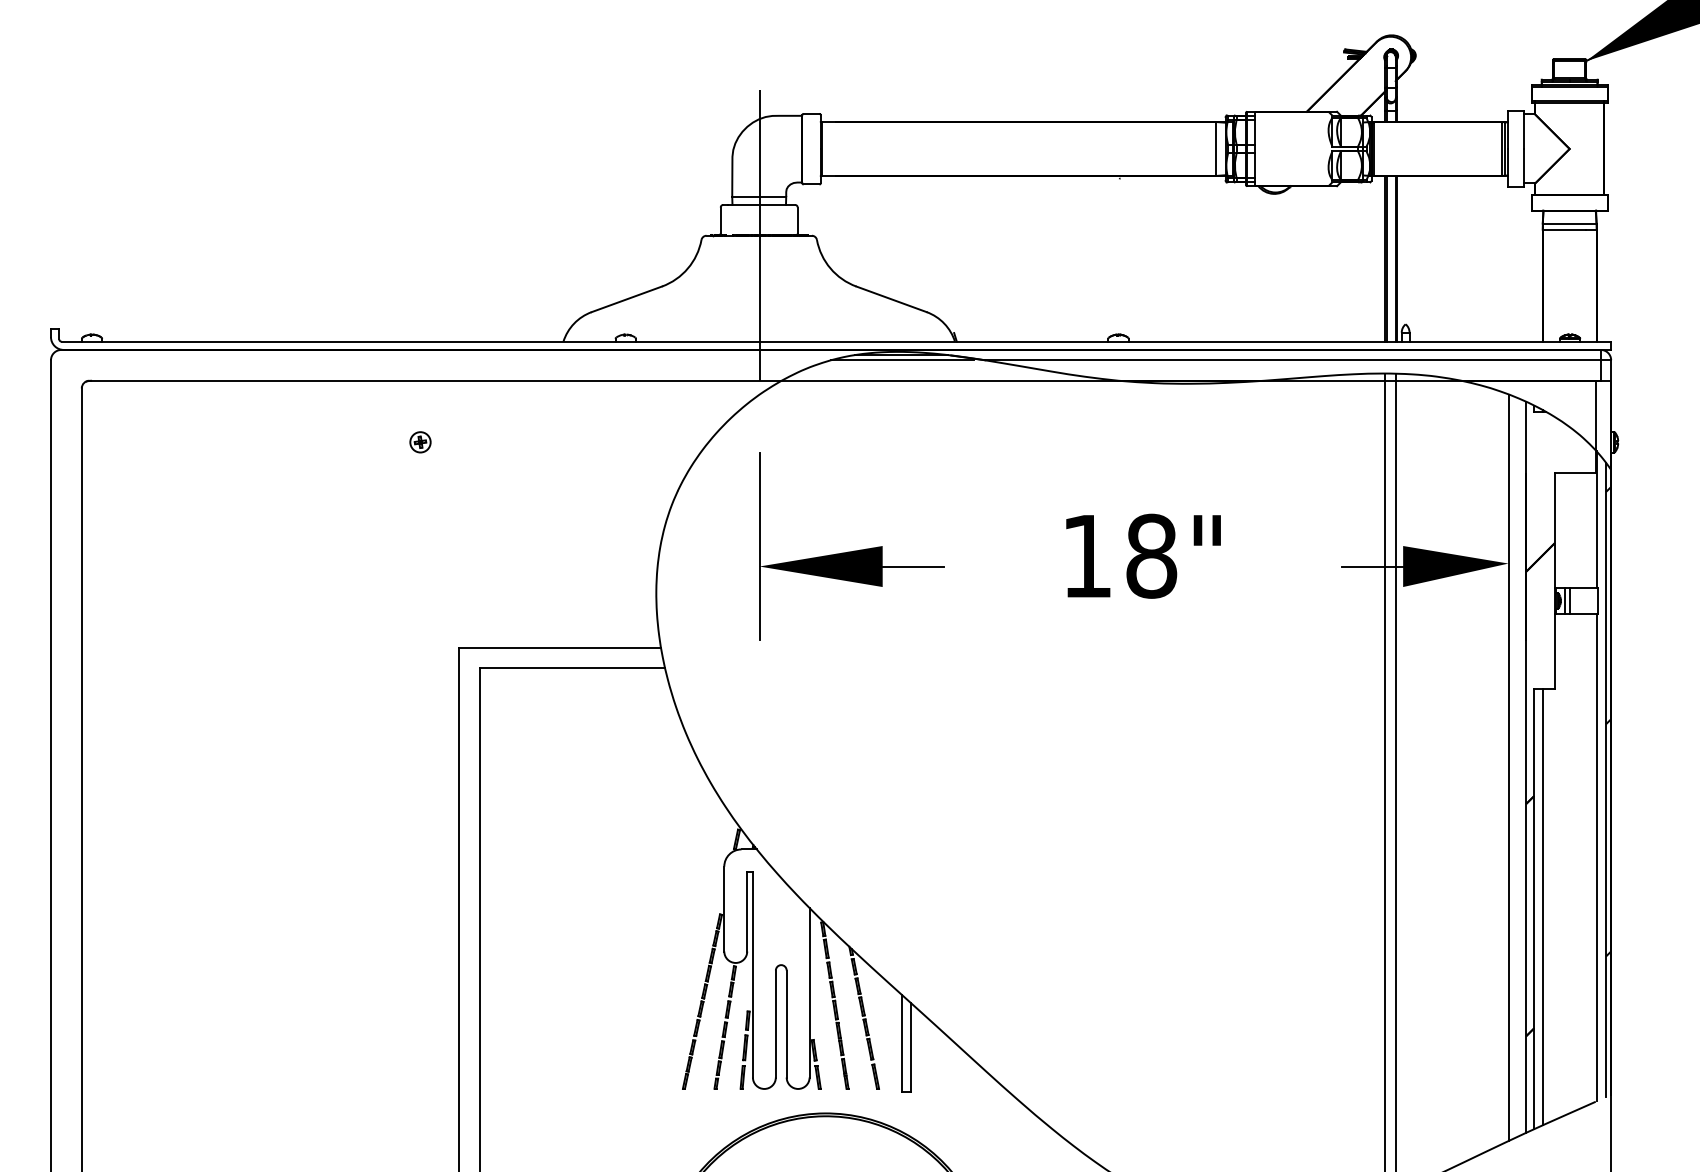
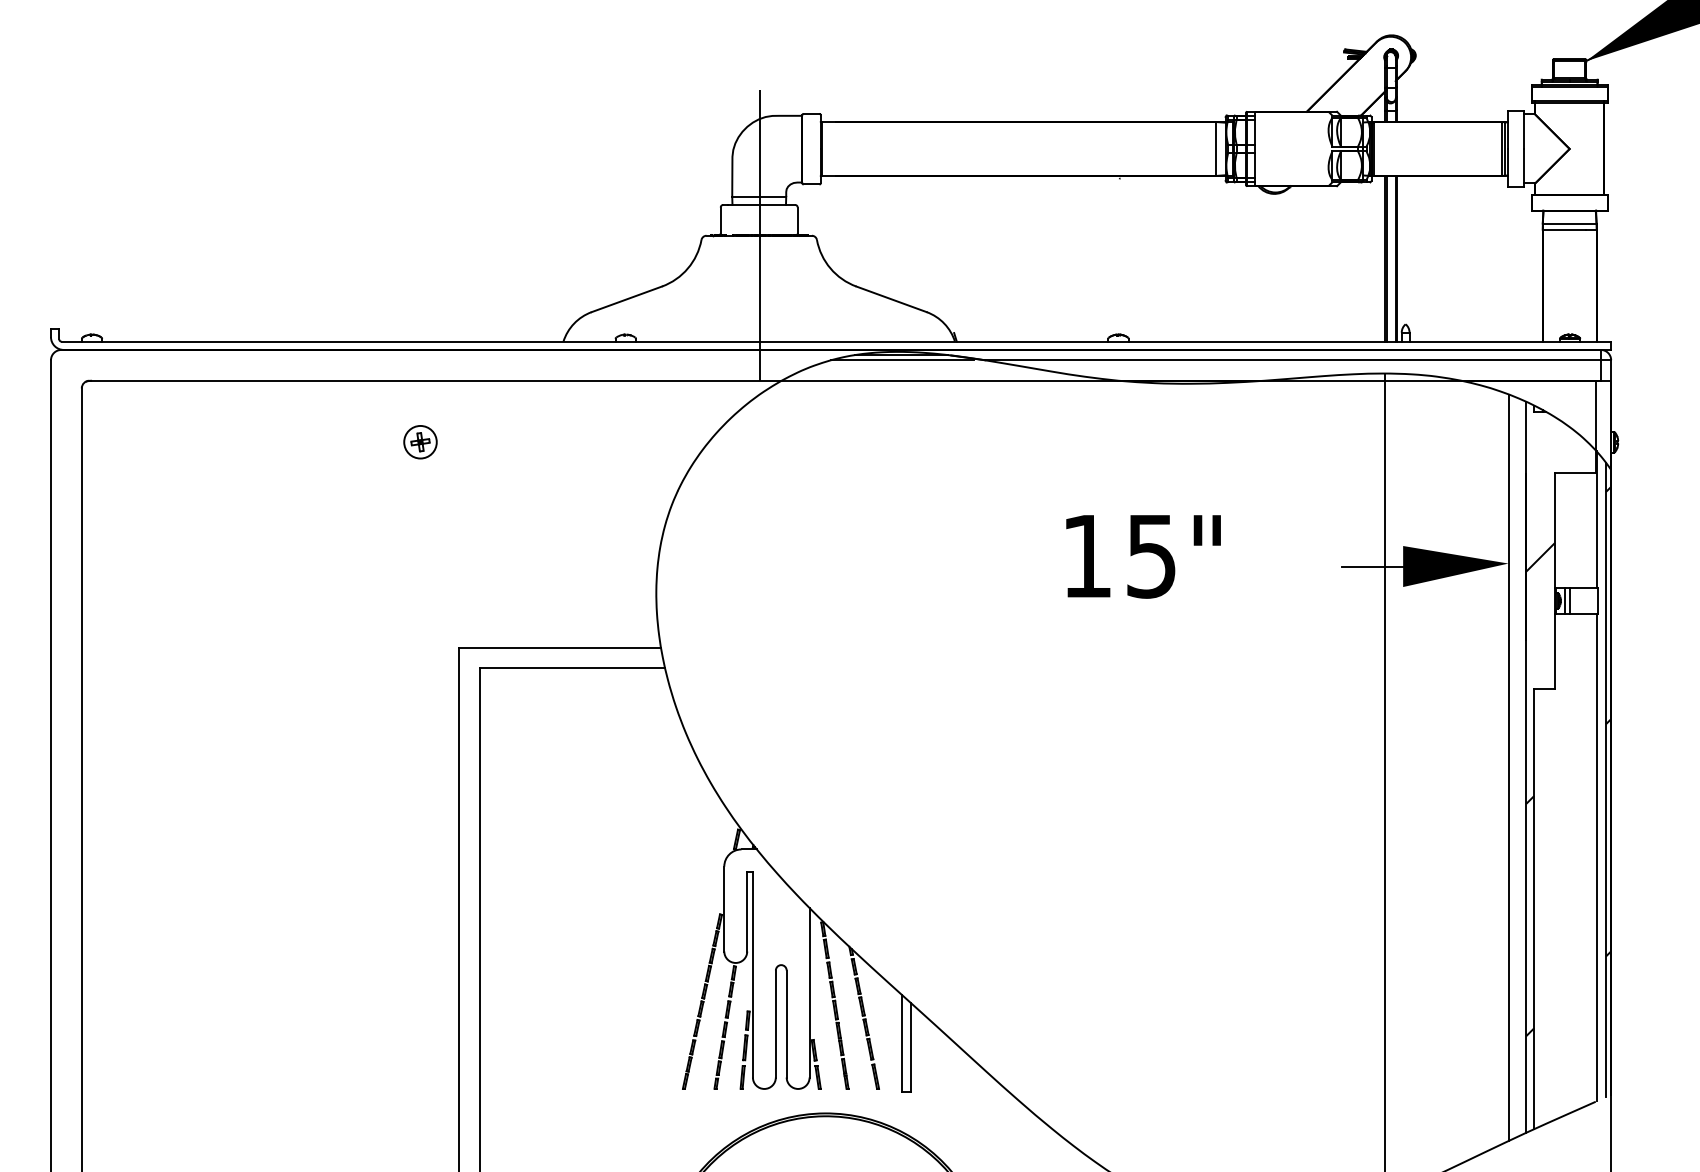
part at (420, 442) size: 23x23 px -> 35x35 px
part at (851, 546): present -> none
text at (1151, 555): 18" -> 15"
line at (1395, 770): present -> none
hatch at (1540, 789): present -> none
line at (1542, 906): present -> none
